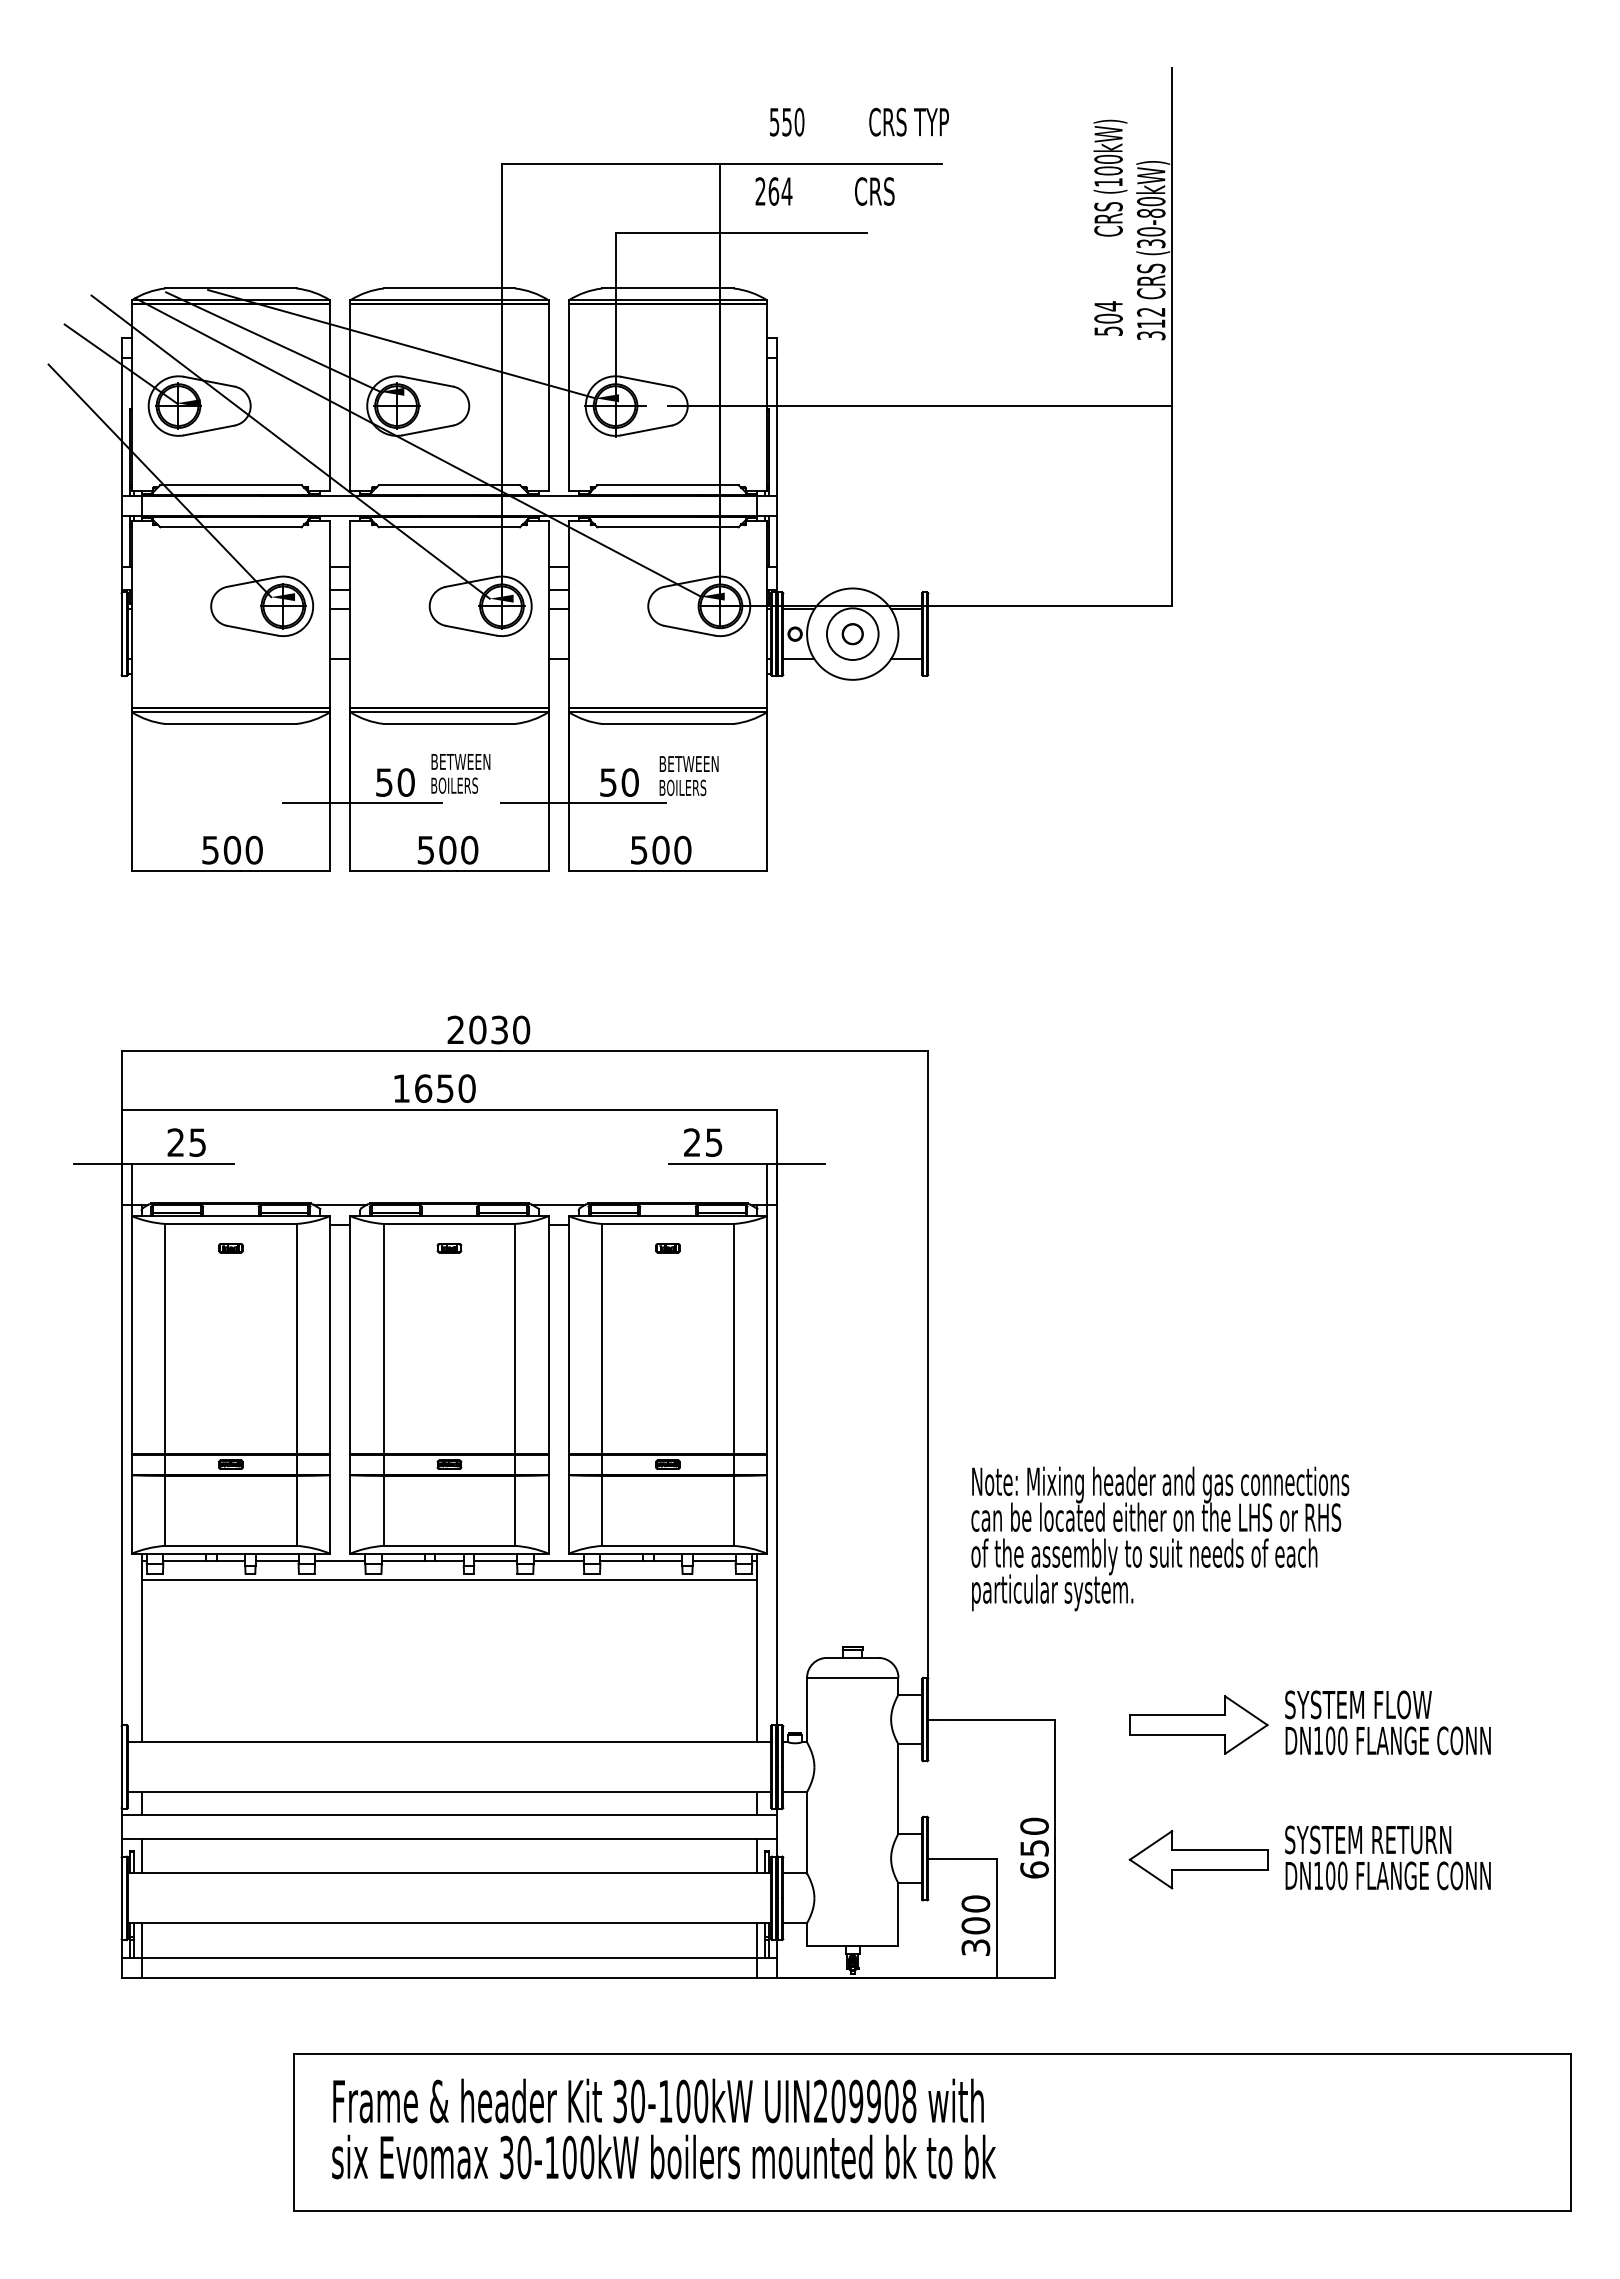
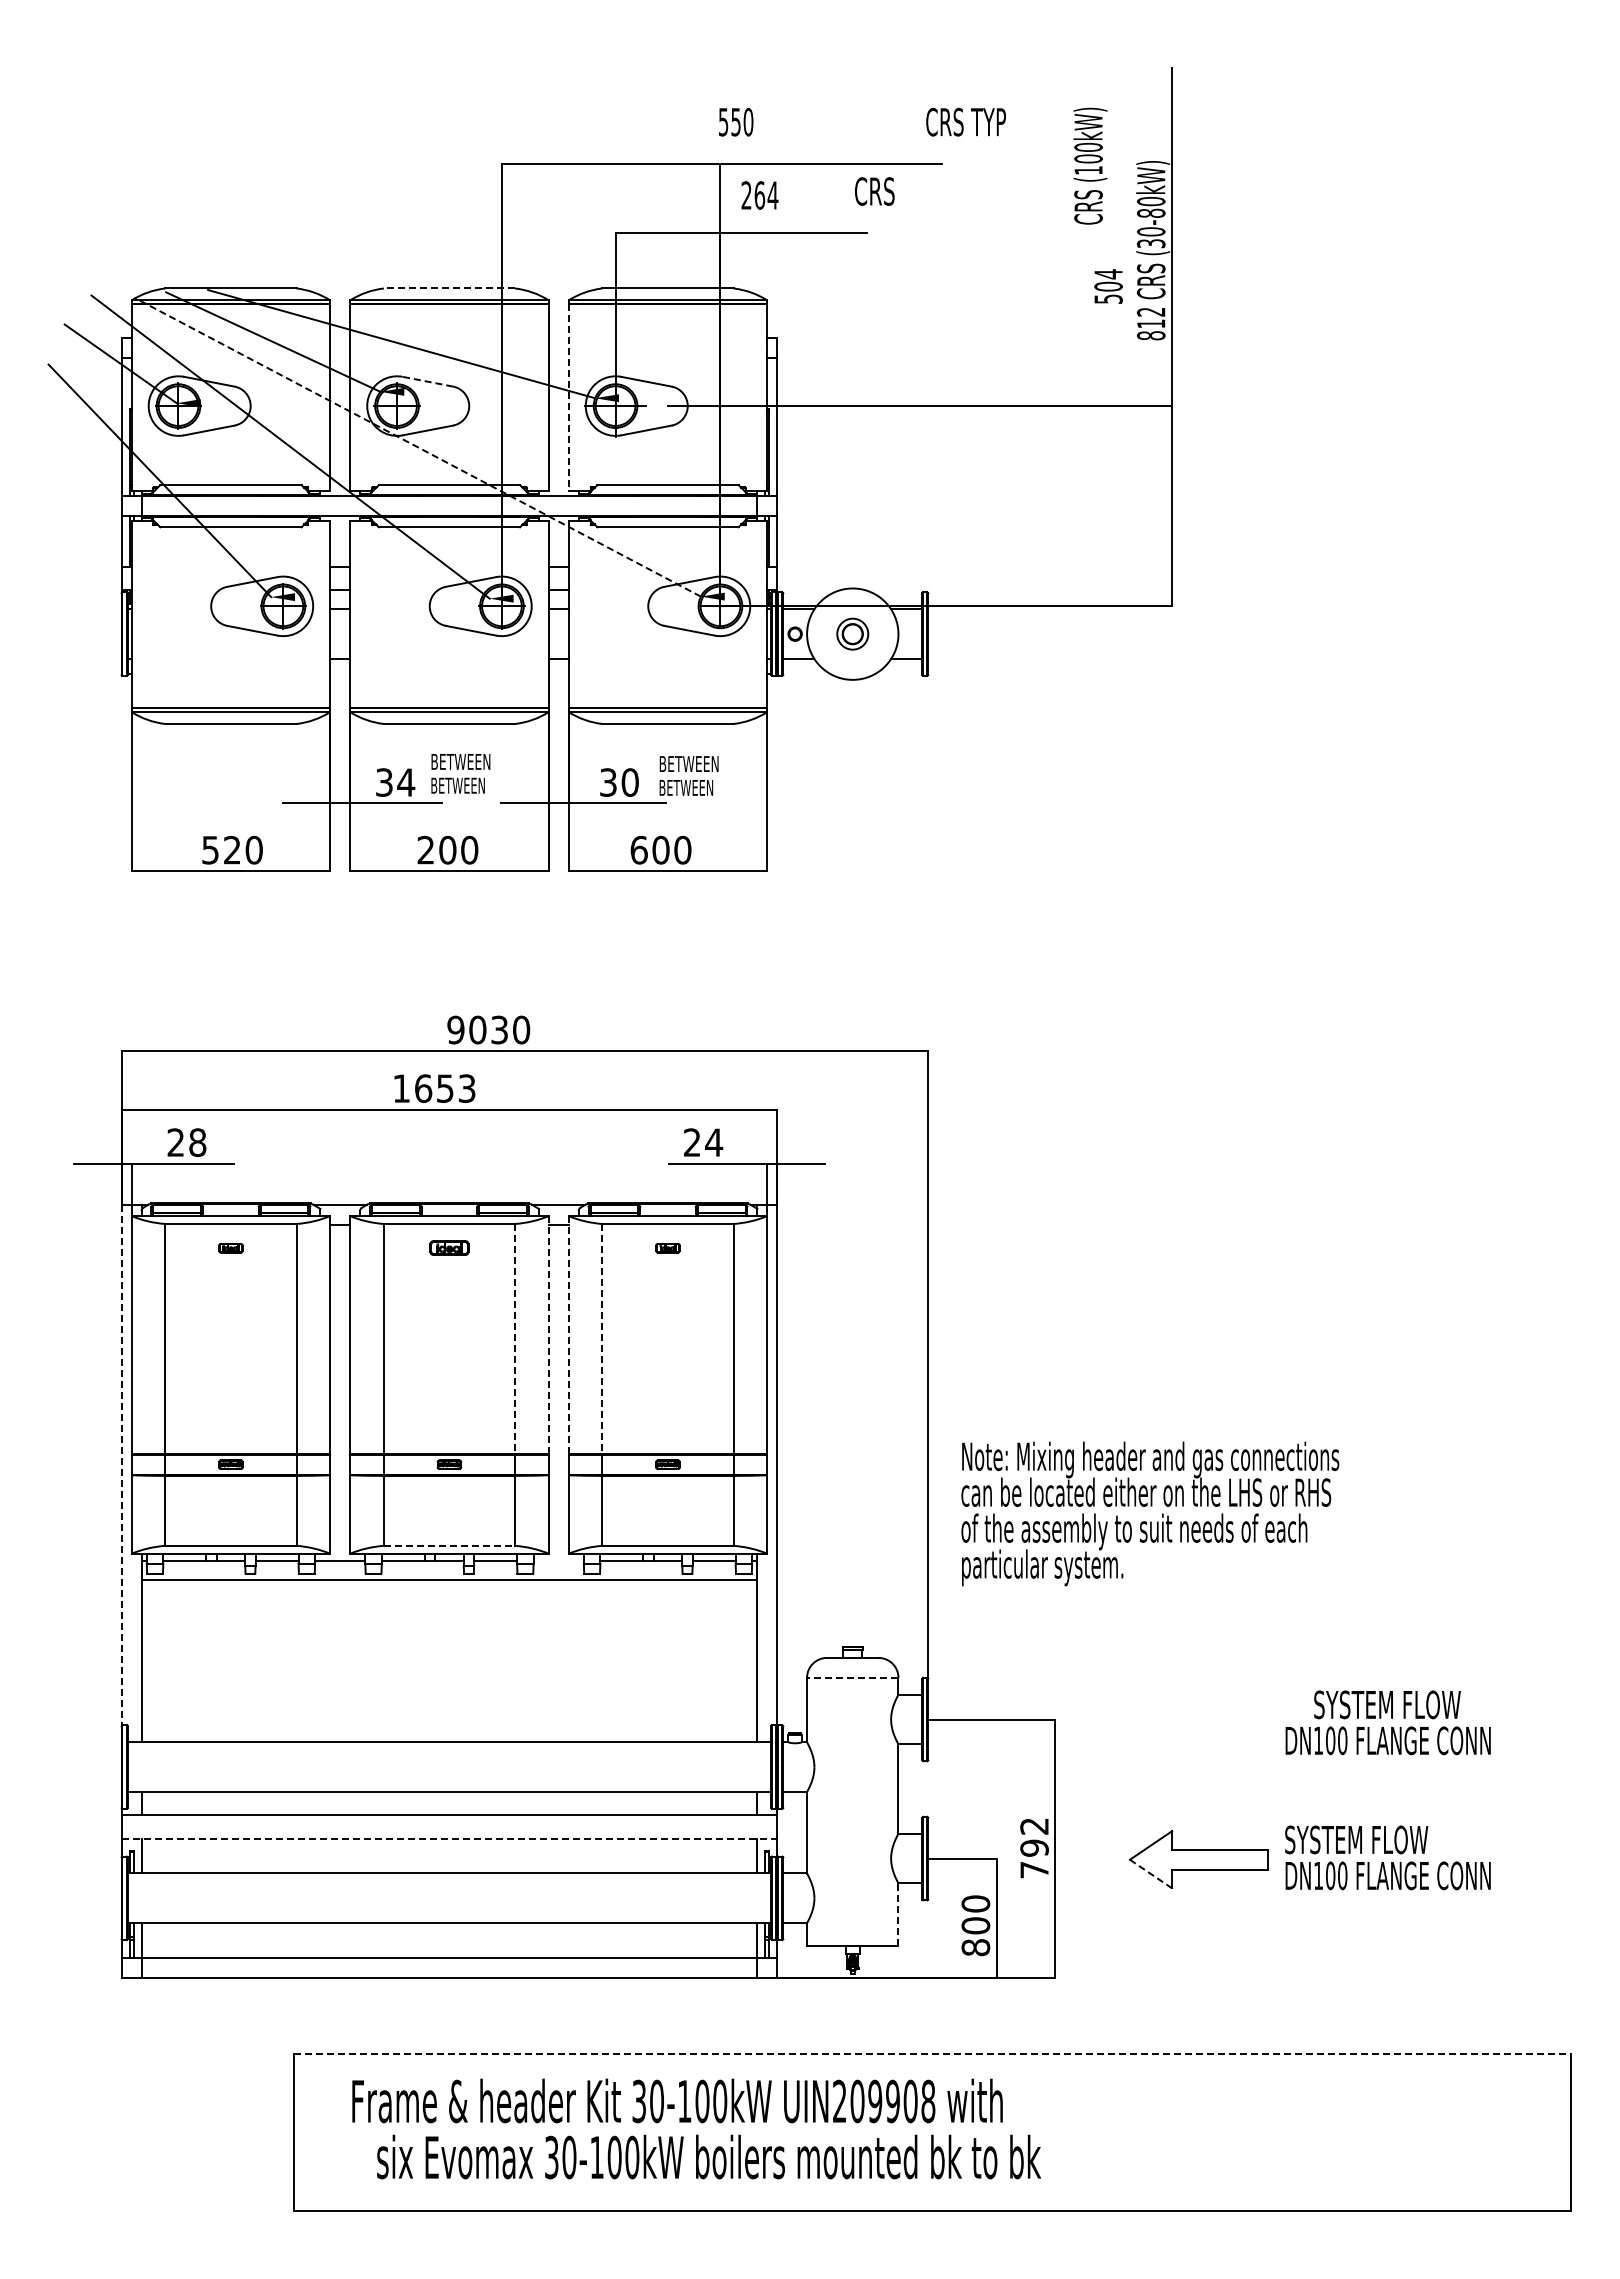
text at (787, 121) position: (787, 121) -> (736, 121)
text at (908, 121) position: (908, 121) -> (965, 121)
text at (1110, 177) position: (1110, 177) -> (1090, 165)
text at (773, 191) position: (773, 191) -> (759, 195)
line at (449, 288): solid -> dashed
text at (1108, 318) position: (1108, 318) -> (1108, 286)
text at (1151, 335): 312 -> 812
line at (427, 381): solid -> dashed
line at (568, 398): solid -> dashed
line at (418, 447): solid -> dashed
circle at (852, 634) diameter: 52 px -> 31 px
text at (396, 782): 50 -> 34
text at (608, 782): 50 -> 30
text at (461, 785): BOILERS -> BETWEEN
text at (690, 787): BOILERS -> BETWEEN
text at (232, 849): 500 -> 520
text at (425, 849): 500 -> 200
text at (638, 849): 500 -> 600
text at (455, 1029): 2030 -> 9030
text at (466, 1088): 1650 -> 1653
text at (197, 1142): 25 -> 28
text at (714, 1142): 25 -> 24
part at (449, 1248) size: 27x11 px -> 41x16 px
line at (548, 1335): solid -> dashed
line at (568, 1335): solid -> dashed
line at (515, 1339): solid -> dashed
line at (602, 1339): solid -> dashed
line at (121, 1465): solid -> dashed
text at (1160, 1538) position: (1160, 1538) -> (1150, 1513)
line at (449, 1545): solid -> dashed
line at (558, 1560): present -> none
line at (852, 1677): solid -> dashed
text at (1358, 1704) position: (1358, 1704) -> (1387, 1704)
part at (1198, 1724): present -> none
line at (449, 1838): solid -> dashed
text at (1412, 1839): SYSTEM RETURN -> SYSTEM FLOW
text at (1034, 1847): 650 -> 792
line at (1150, 1873): solid -> dashed
line at (898, 1914): solid -> dashed
text at (975, 1947): 300 -> 800
line at (932, 2054): solid -> dashed
text at (658, 2100) position: (658, 2100) -> (677, 2100)
text at (663, 2156) position: (663, 2156) -> (708, 2156)
